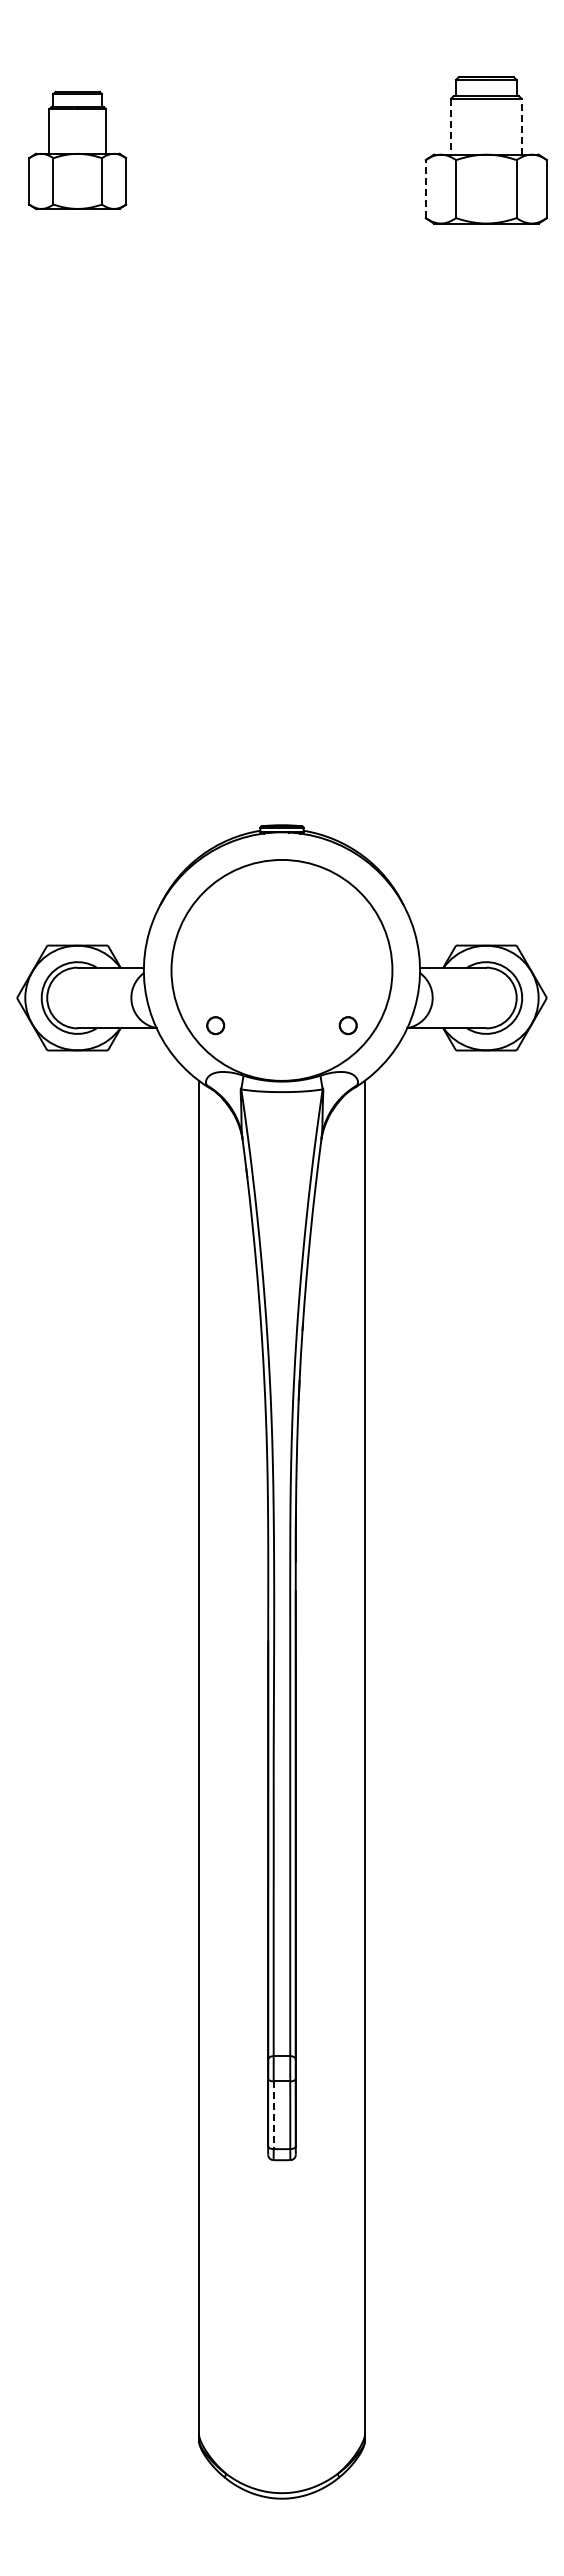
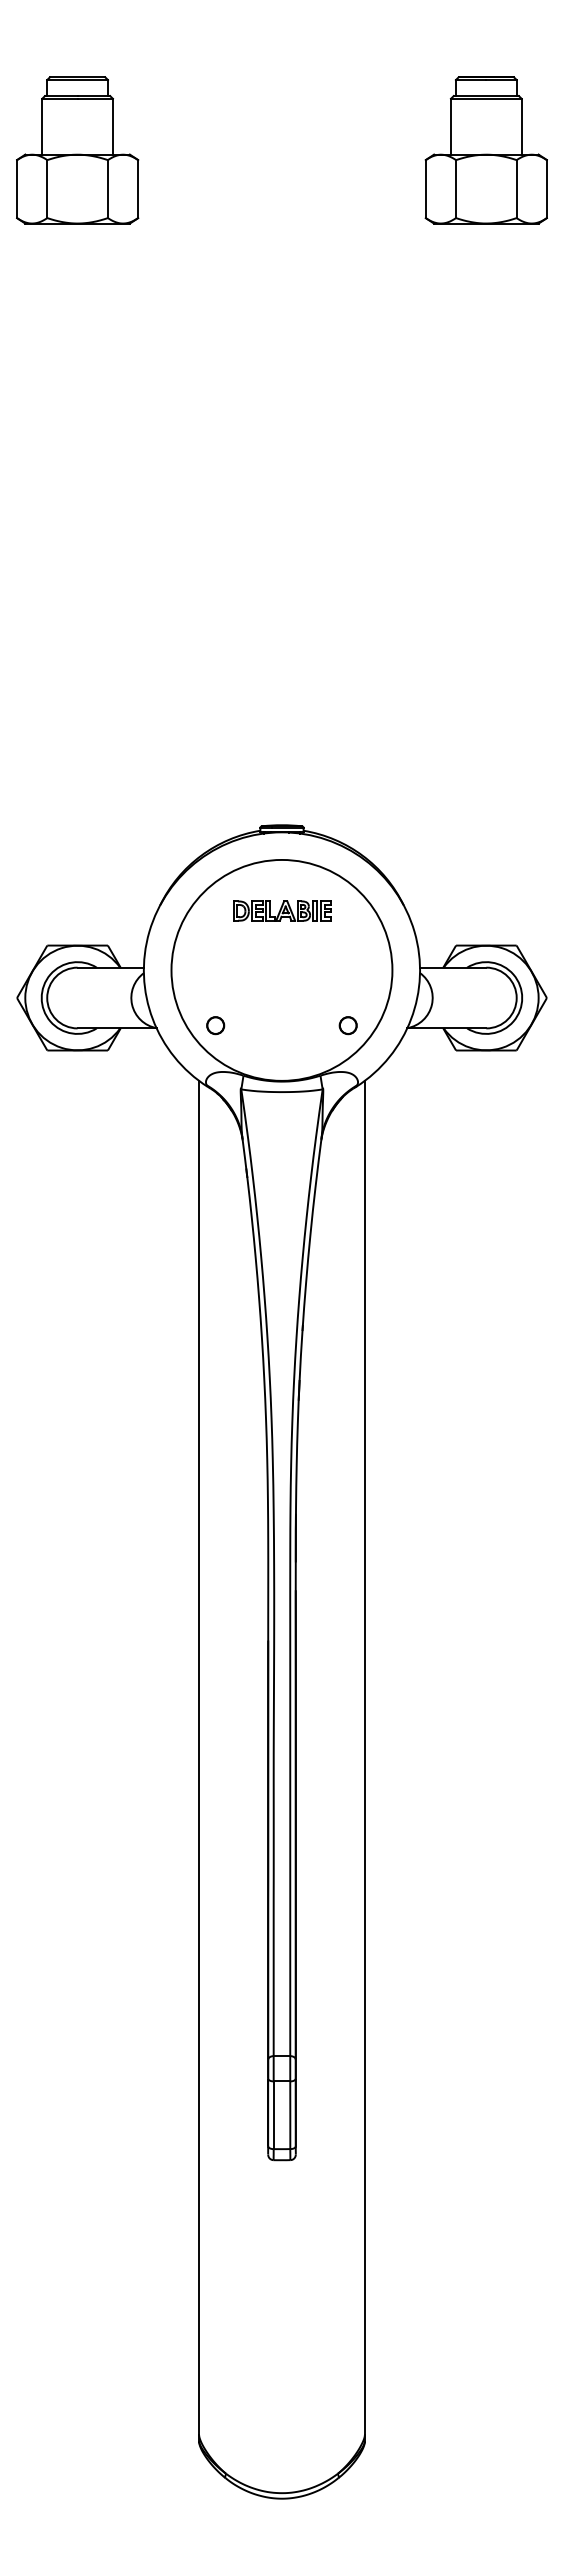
line at (450, 126): dashed -> solid
line at (521, 126): dashed -> solid
part at (77, 149) size: 100x120 px -> 124x149 px
line at (425, 189): dashed -> solid
part at (282, 910): none -> present
line at (273, 2115): dashed -> solid
